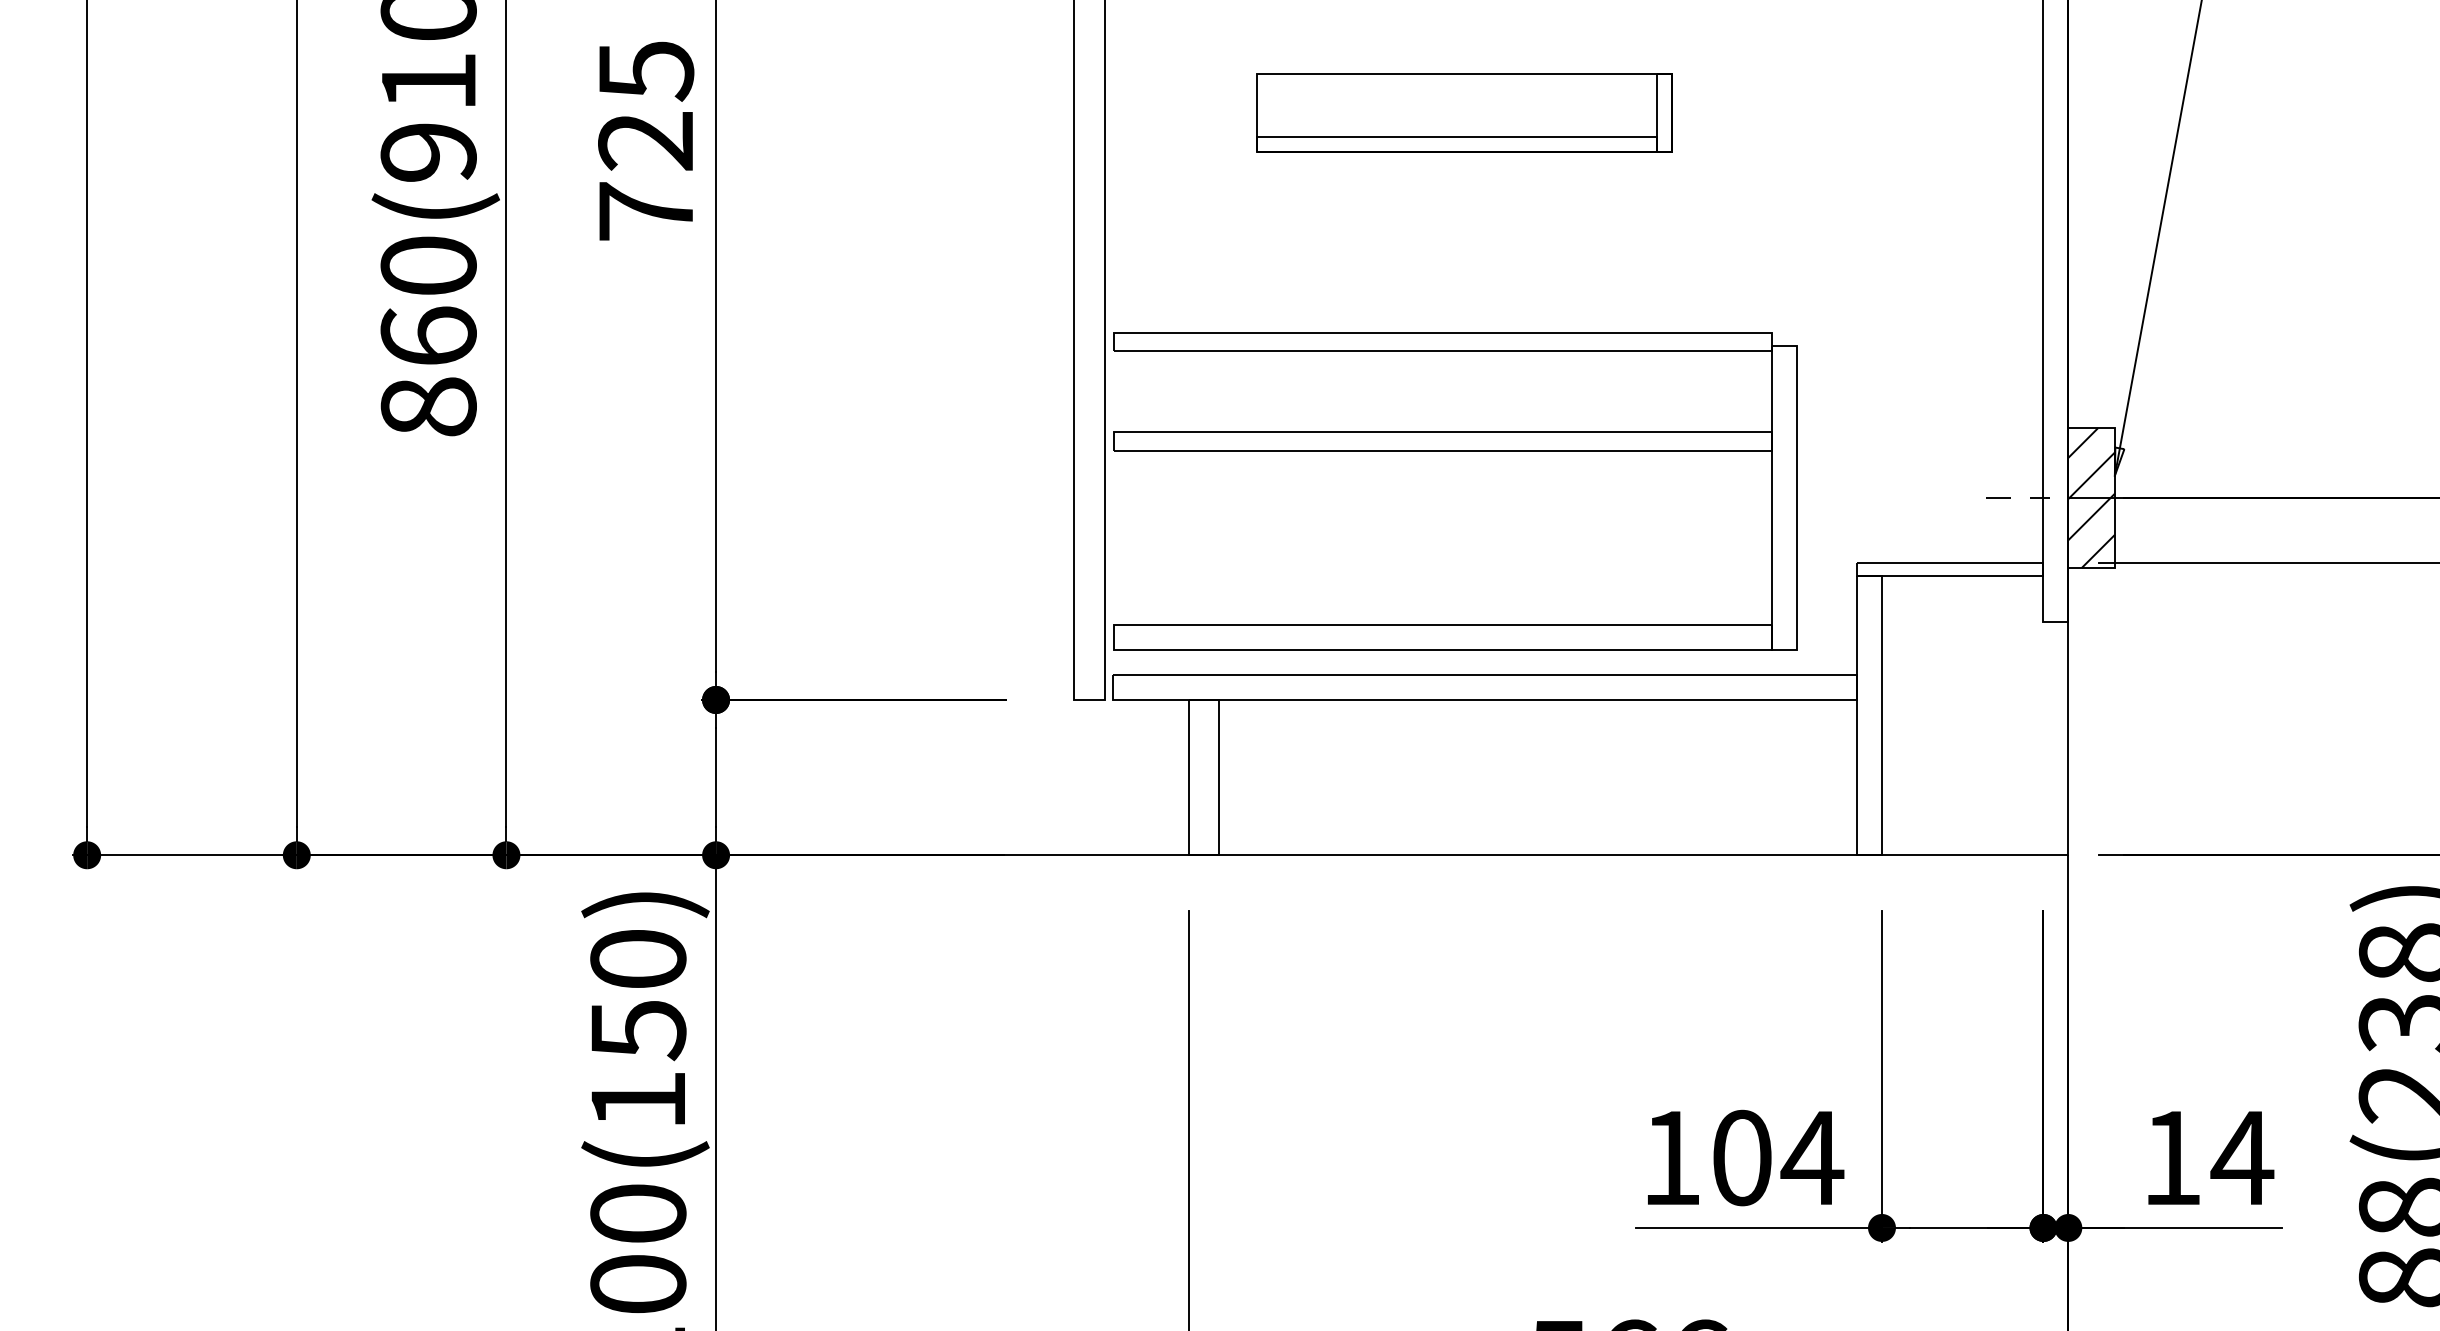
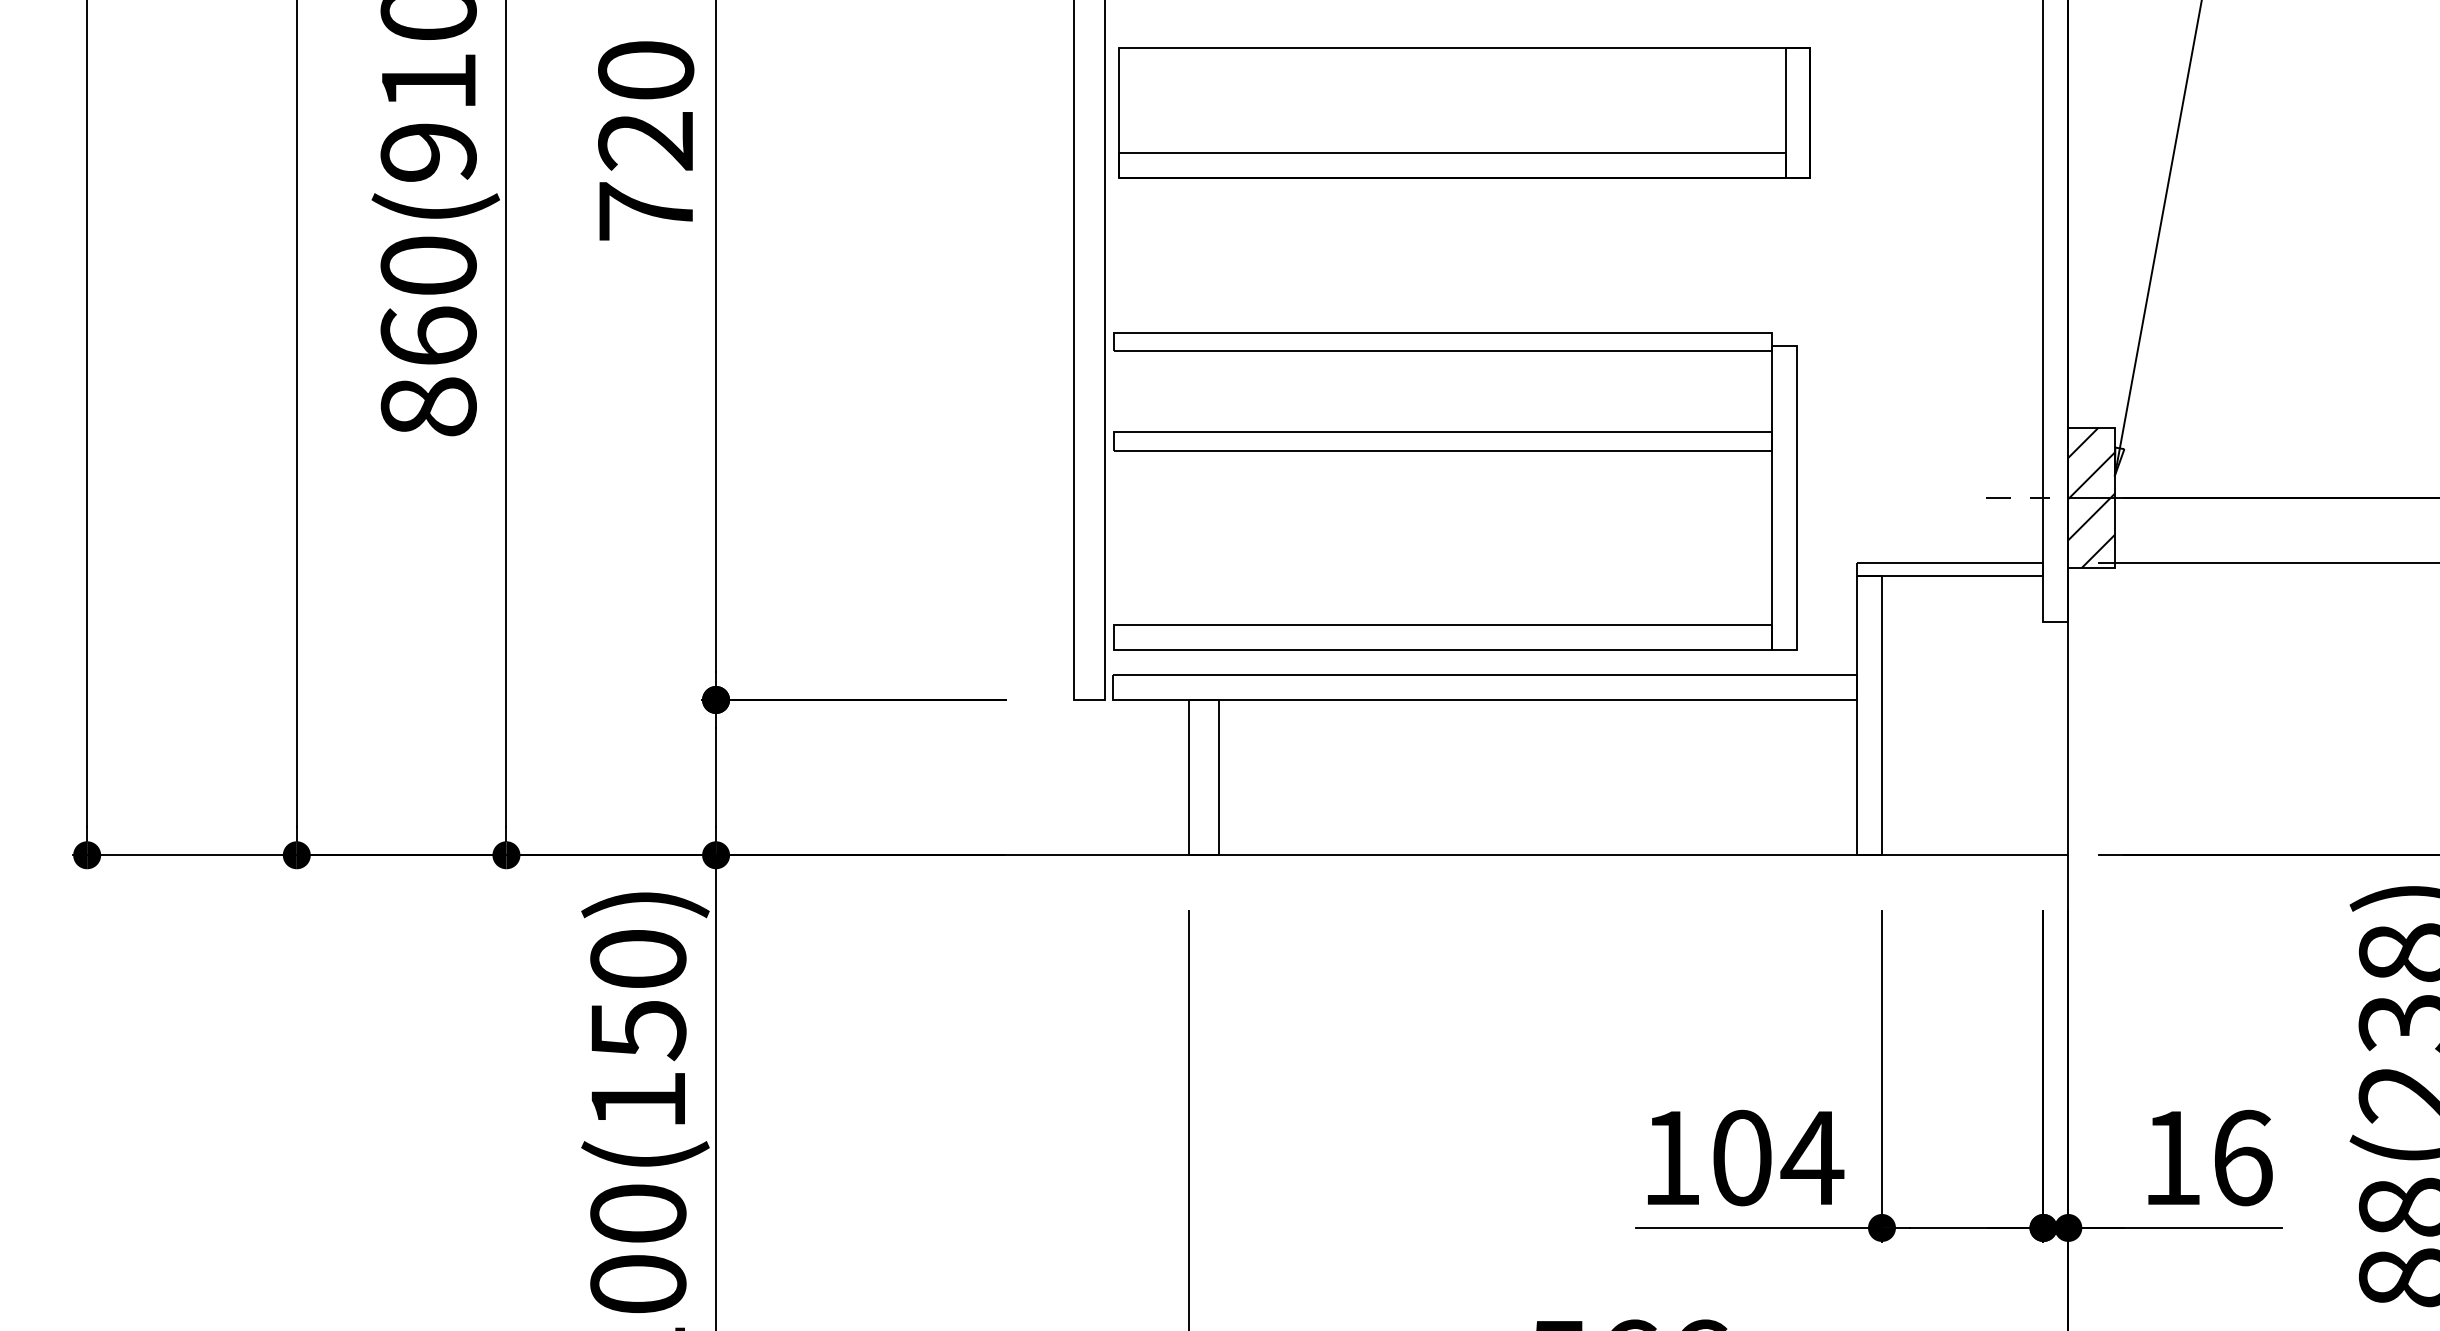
text at (646, 71): 725 -> 720
part at (1464, 112) size: 417x80 px -> 693x132 px
text at (2242, 1157): 14 -> 16
